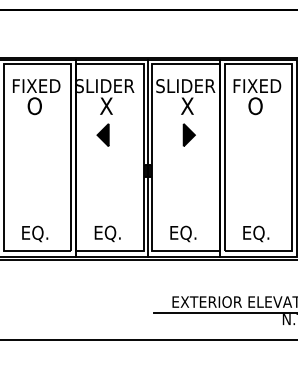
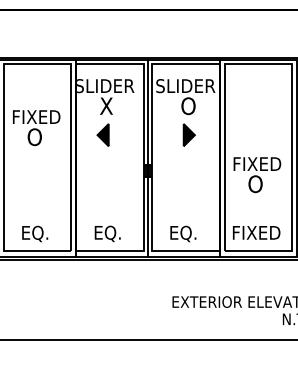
text at (36, 97) position: (36, 97) -> (36, 128)
text at (257, 97) position: (257, 97) -> (257, 175)
text at (188, 106): X -> O
text at (256, 233): EQ. -> FIXED
line at (223, 313): present -> none
